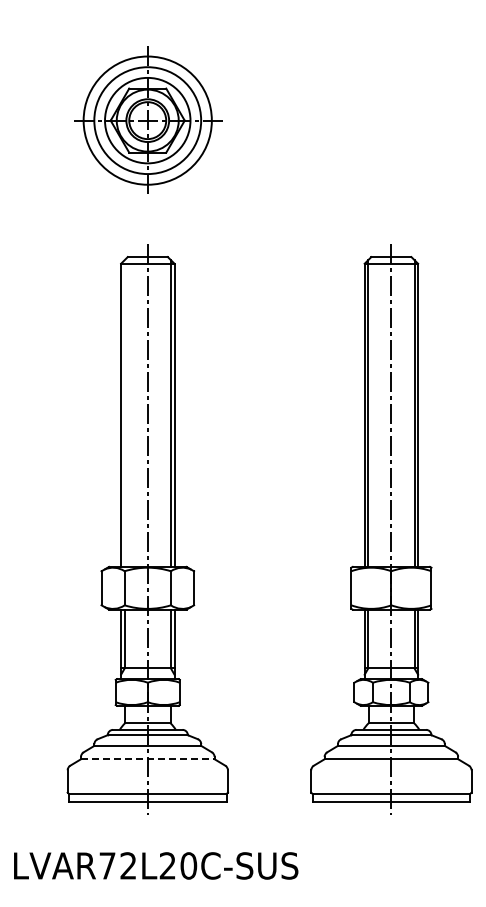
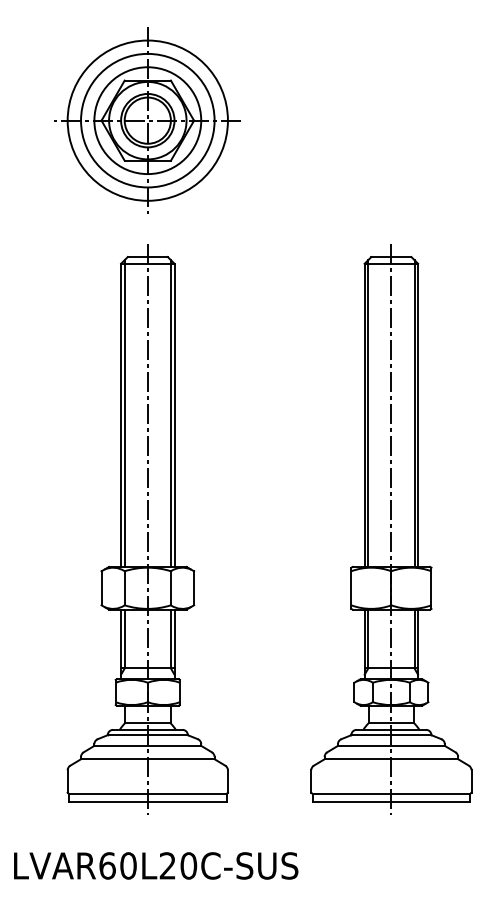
part at (148, 119) size: 149x148 px -> 187x187 px
line at (124, 413): none -> present
line at (147, 759): dashed -> solid
text at (117, 865): LVAR72L20C-SUS -> LVAR60L20C-SUS
